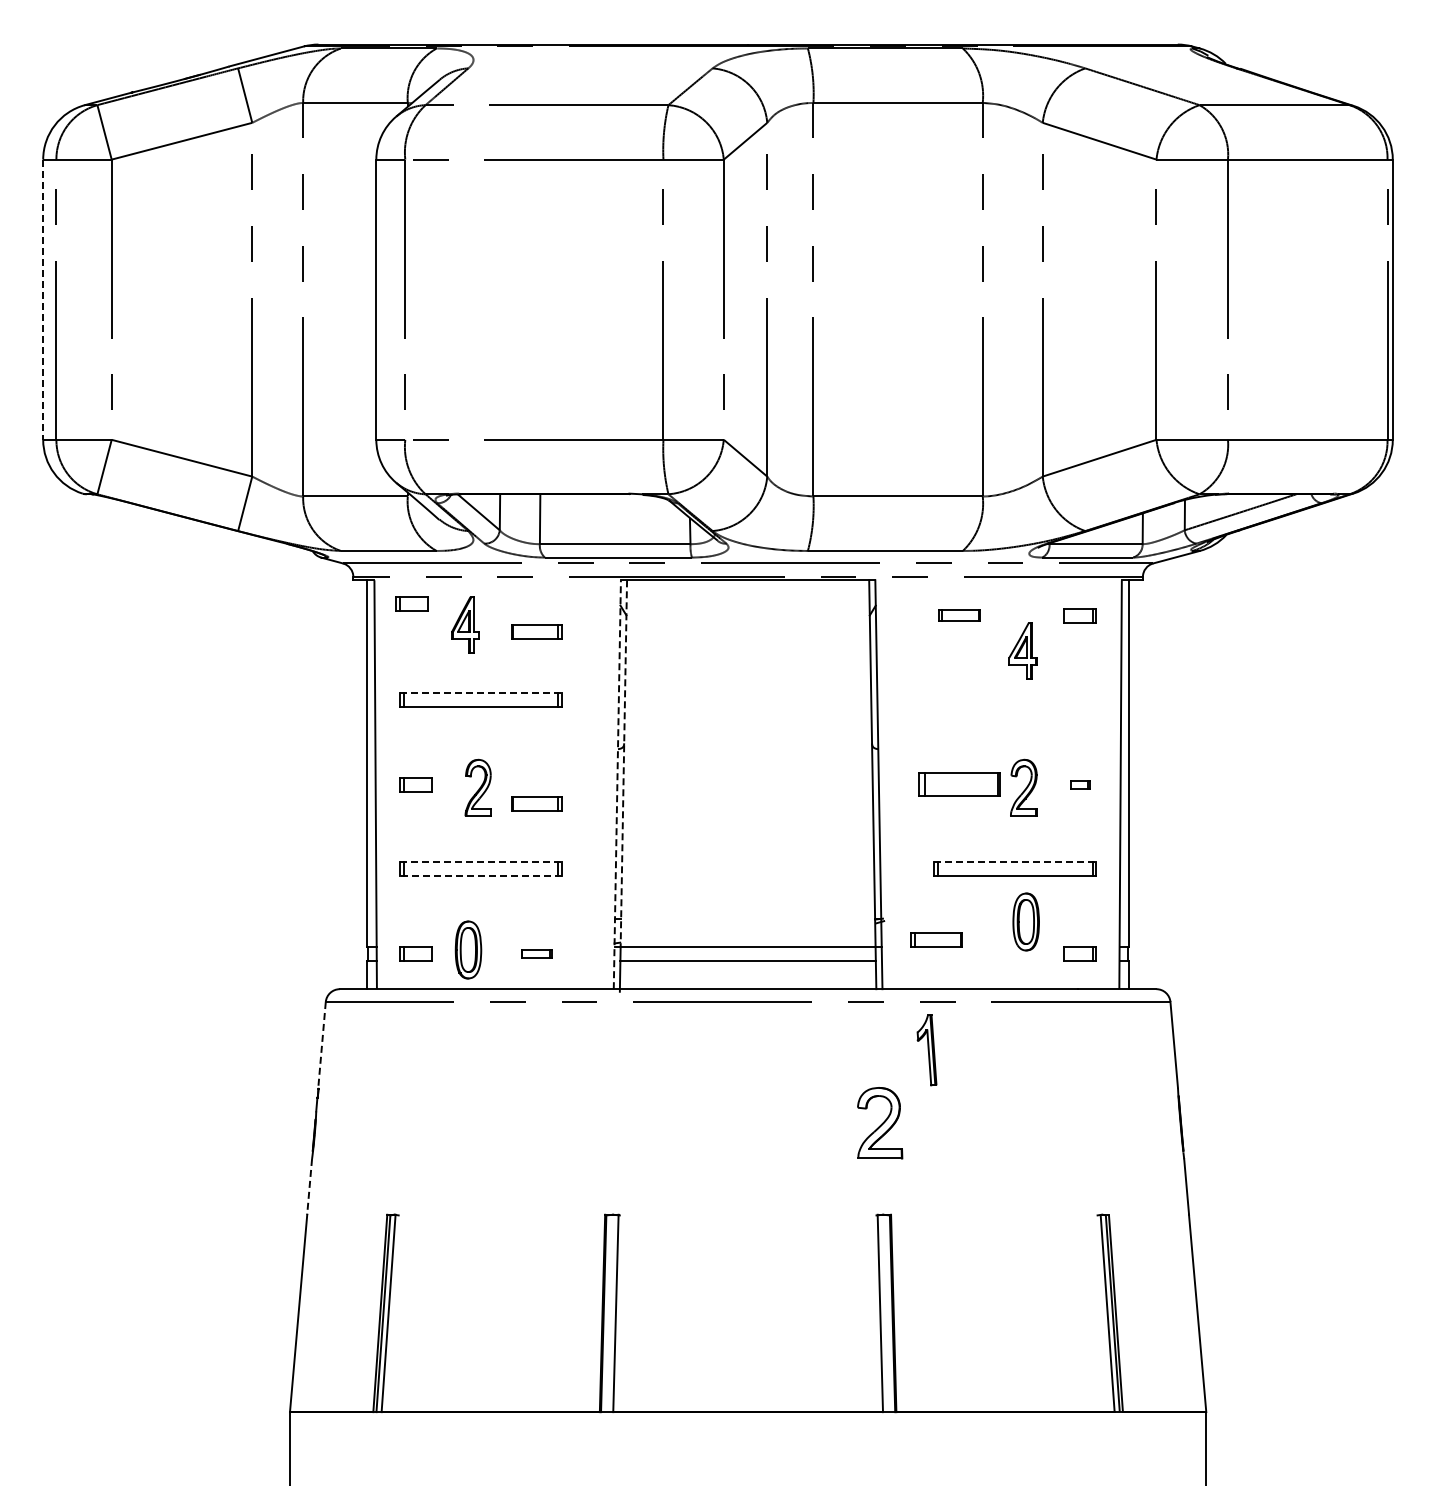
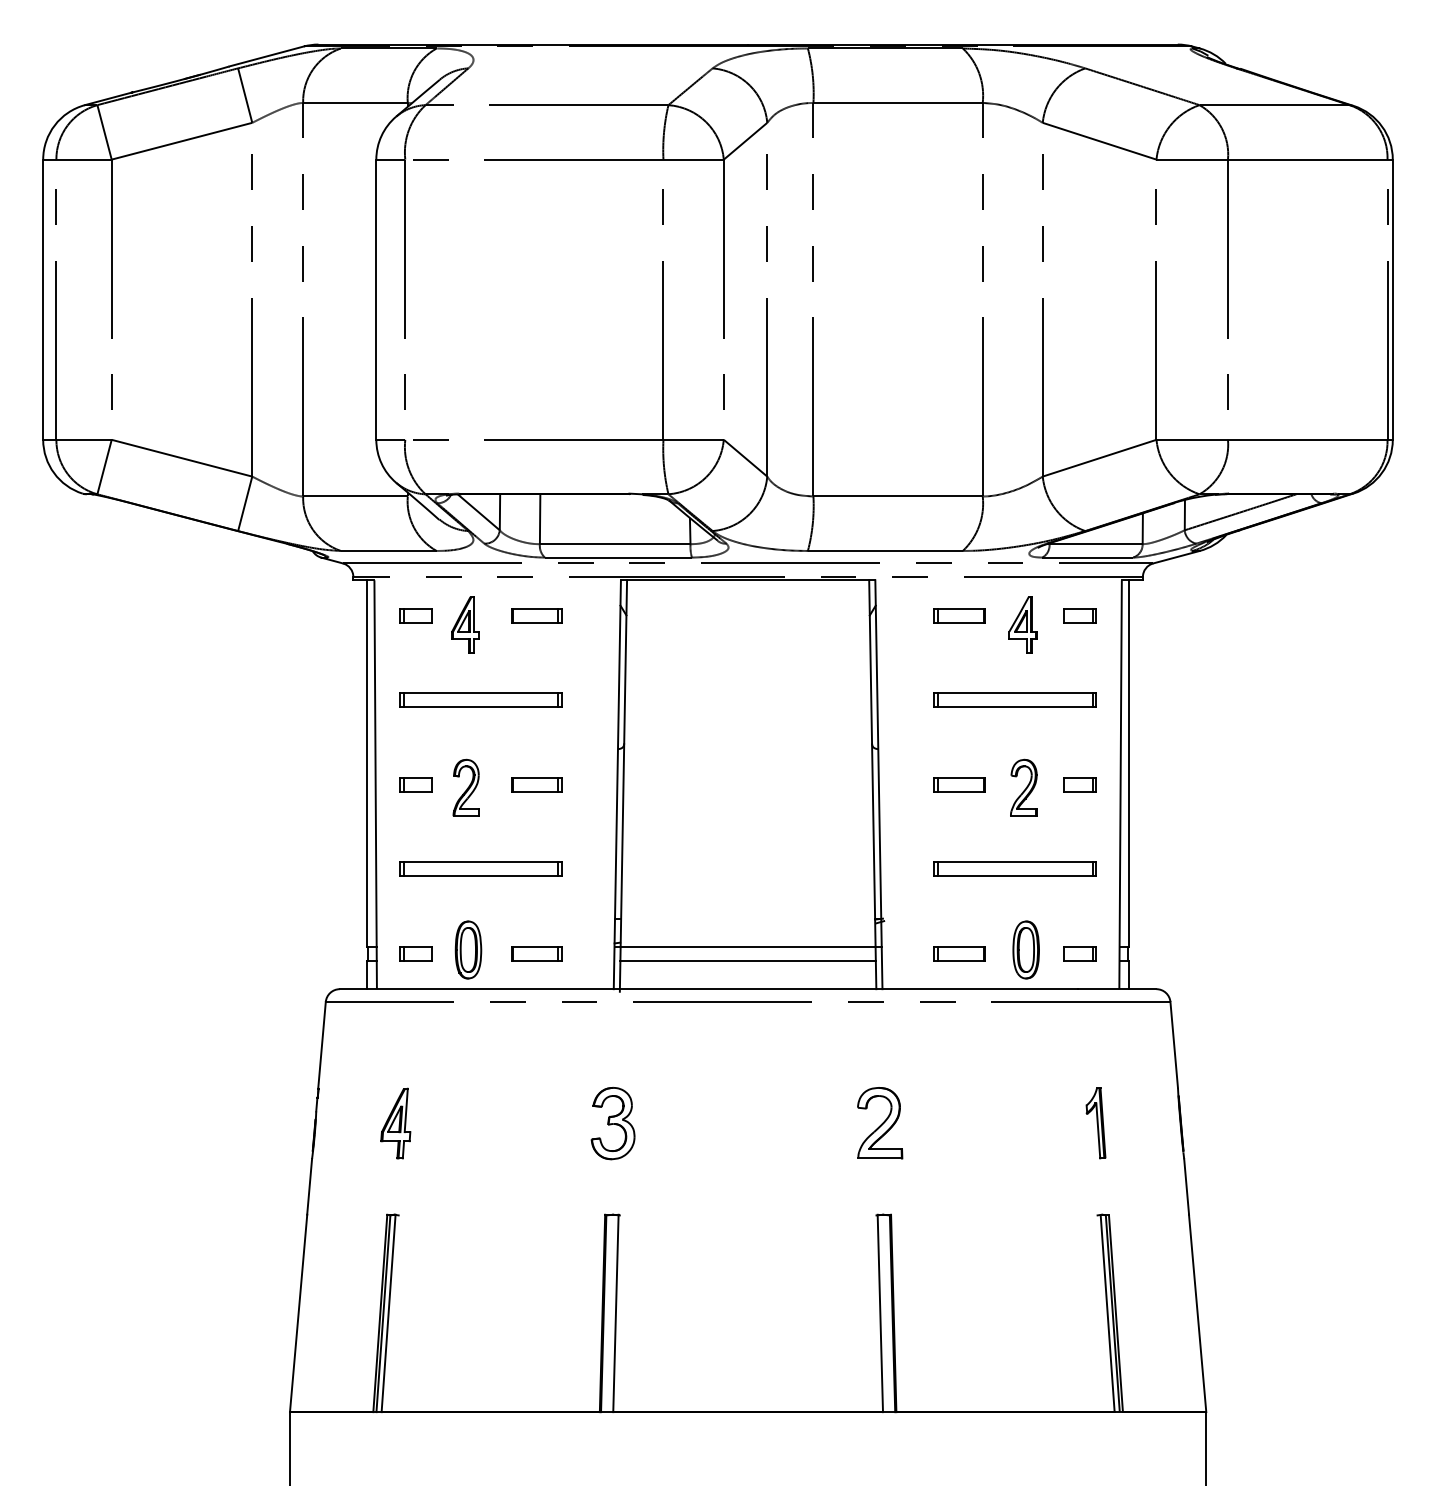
line at (43, 300): dashed -> solid
part at (411, 603) position: (411, 603) -> (415, 615)
part at (959, 615) size: 43x13 px -> 53x16 px
part at (536, 631) position: (536, 631) -> (536, 615)
part at (1022, 650) position: (1022, 650) -> (1022, 624)
line at (480, 693): dashed -> solid
part at (1014, 699): none -> present
line at (623, 764): dashed -> solid
line at (617, 784): dashed -> solid
part at (959, 784) size: 83x25 px -> 53x16 px
part at (1080, 784) size: 21x10 px -> 34x16 px
part at (477, 787) position: (477, 787) -> (465, 787)
part at (536, 803) position: (536, 803) -> (536, 784)
line at (480, 862): dashed -> solid
line at (1015, 862): dashed -> solid
line at (480, 876): dashed -> solid
part at (1025, 921) position: (1025, 921) -> (1025, 949)
part at (936, 939) position: (936, 939) -> (959, 953)
part at (536, 953) size: 32x10 px -> 52x16 px
line at (322, 1045): dashed -> solid
part at (926, 1050) position: (926, 1050) -> (1095, 1123)
part at (395, 1123): none -> present
part at (612, 1123): none -> present
line at (309, 1186): dashed -> solid
